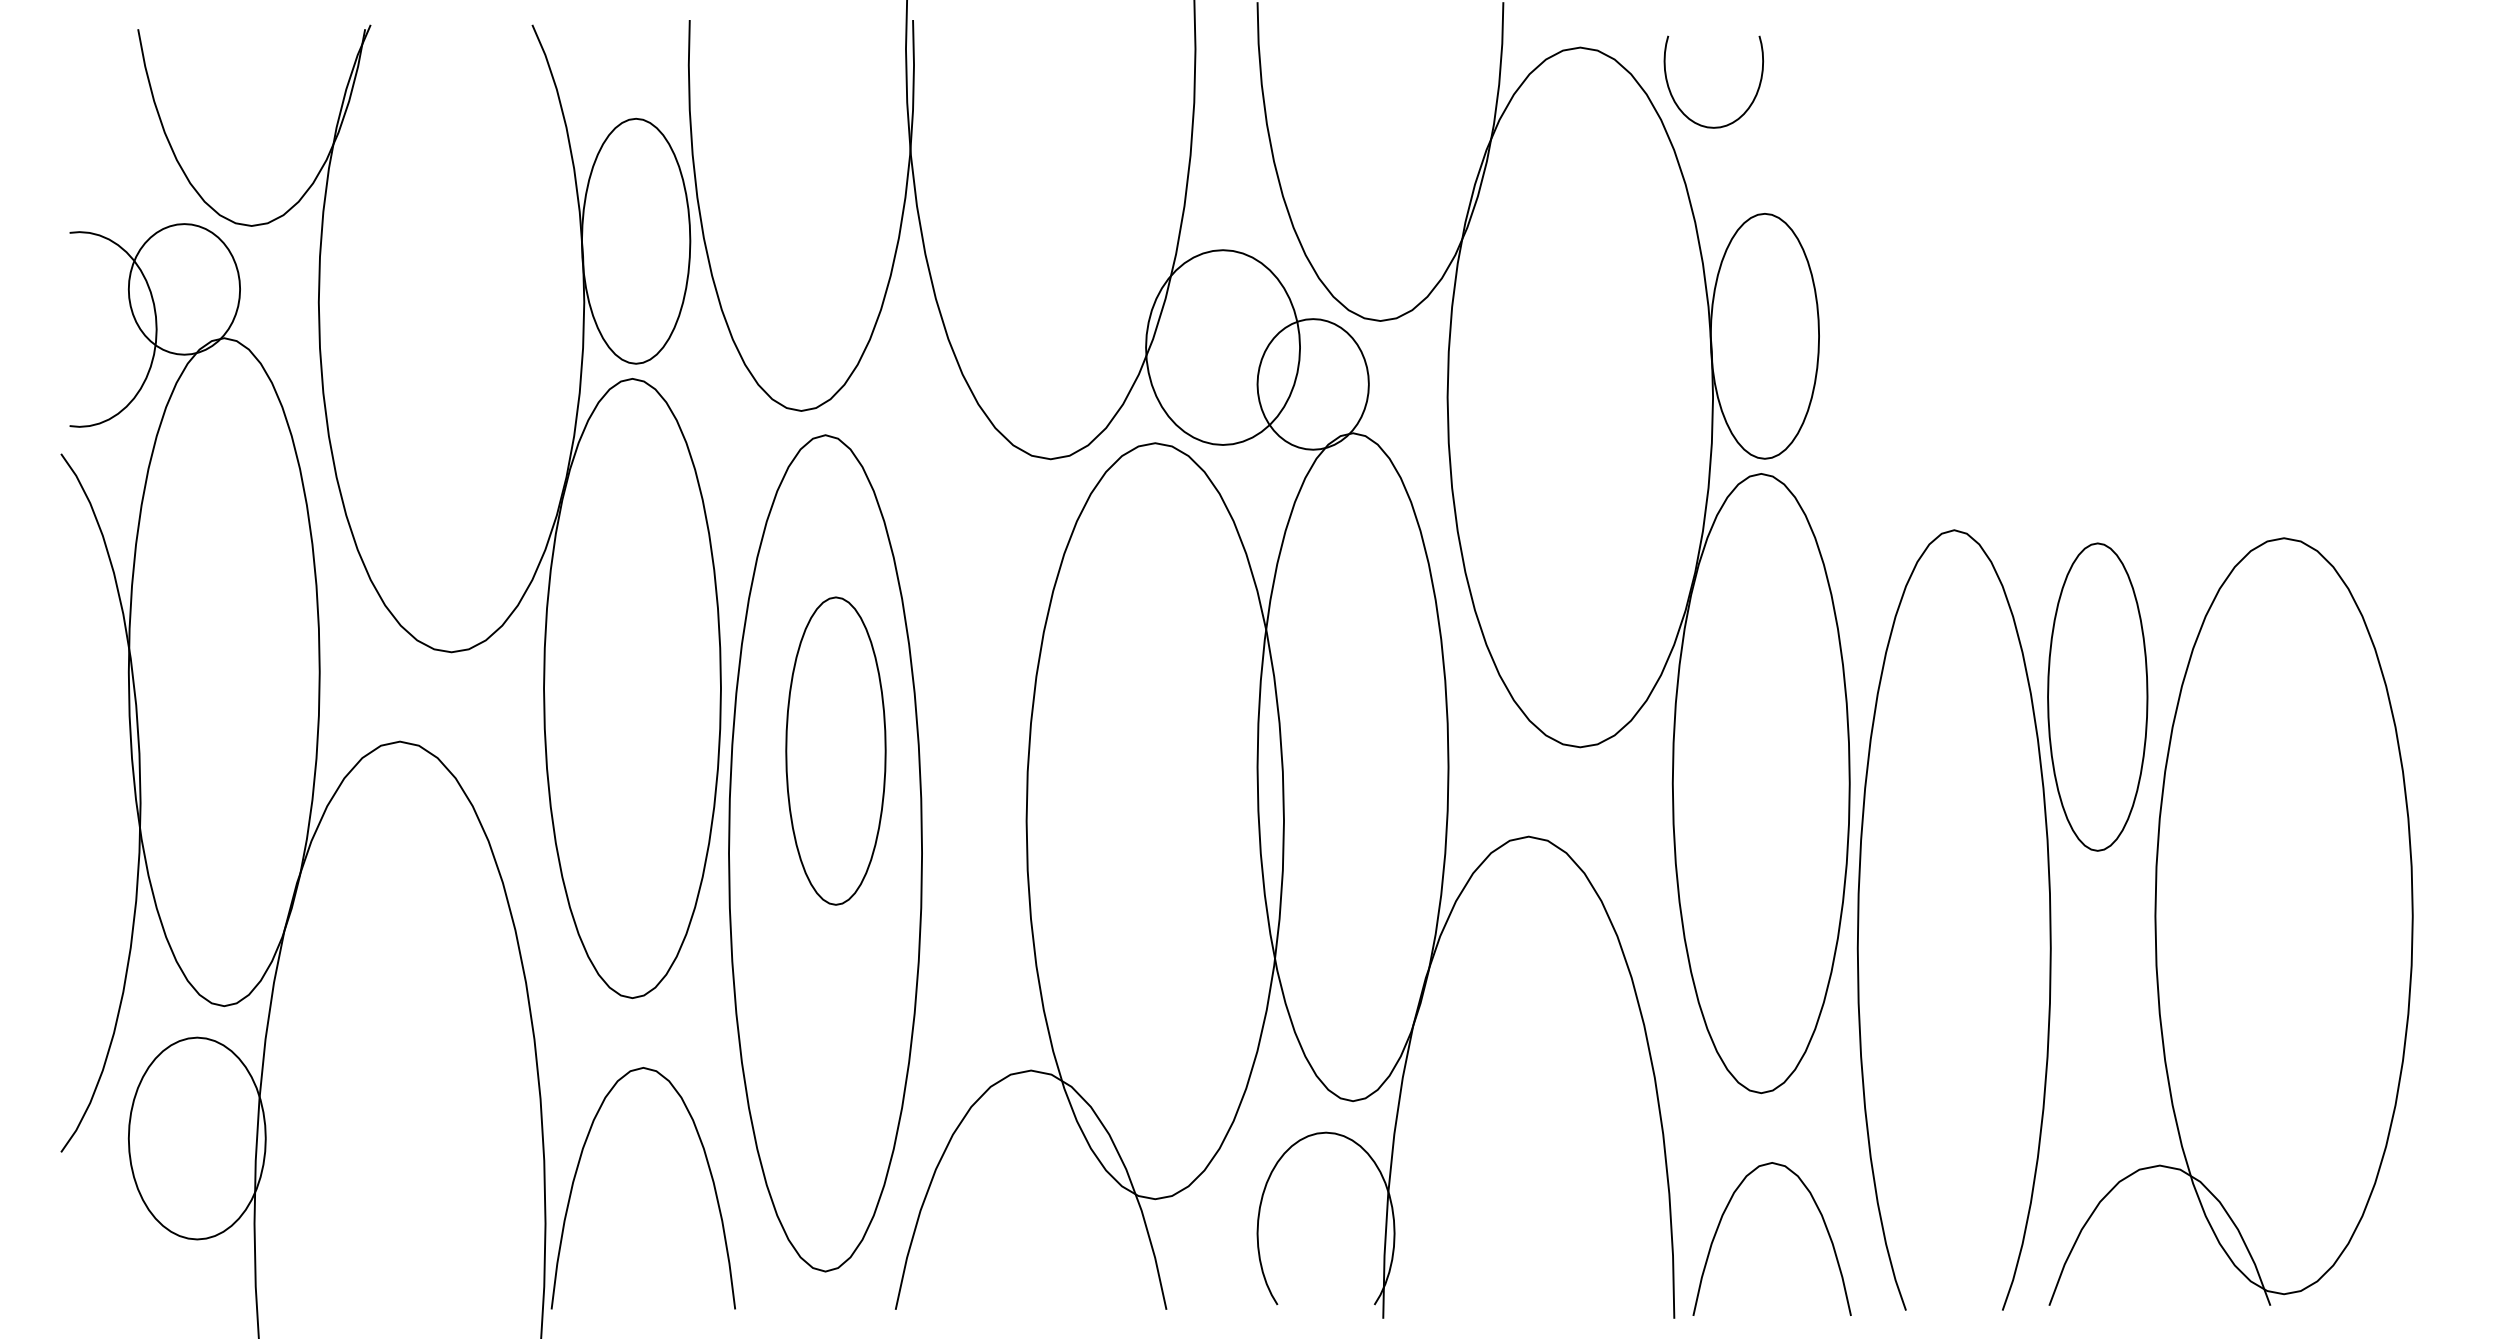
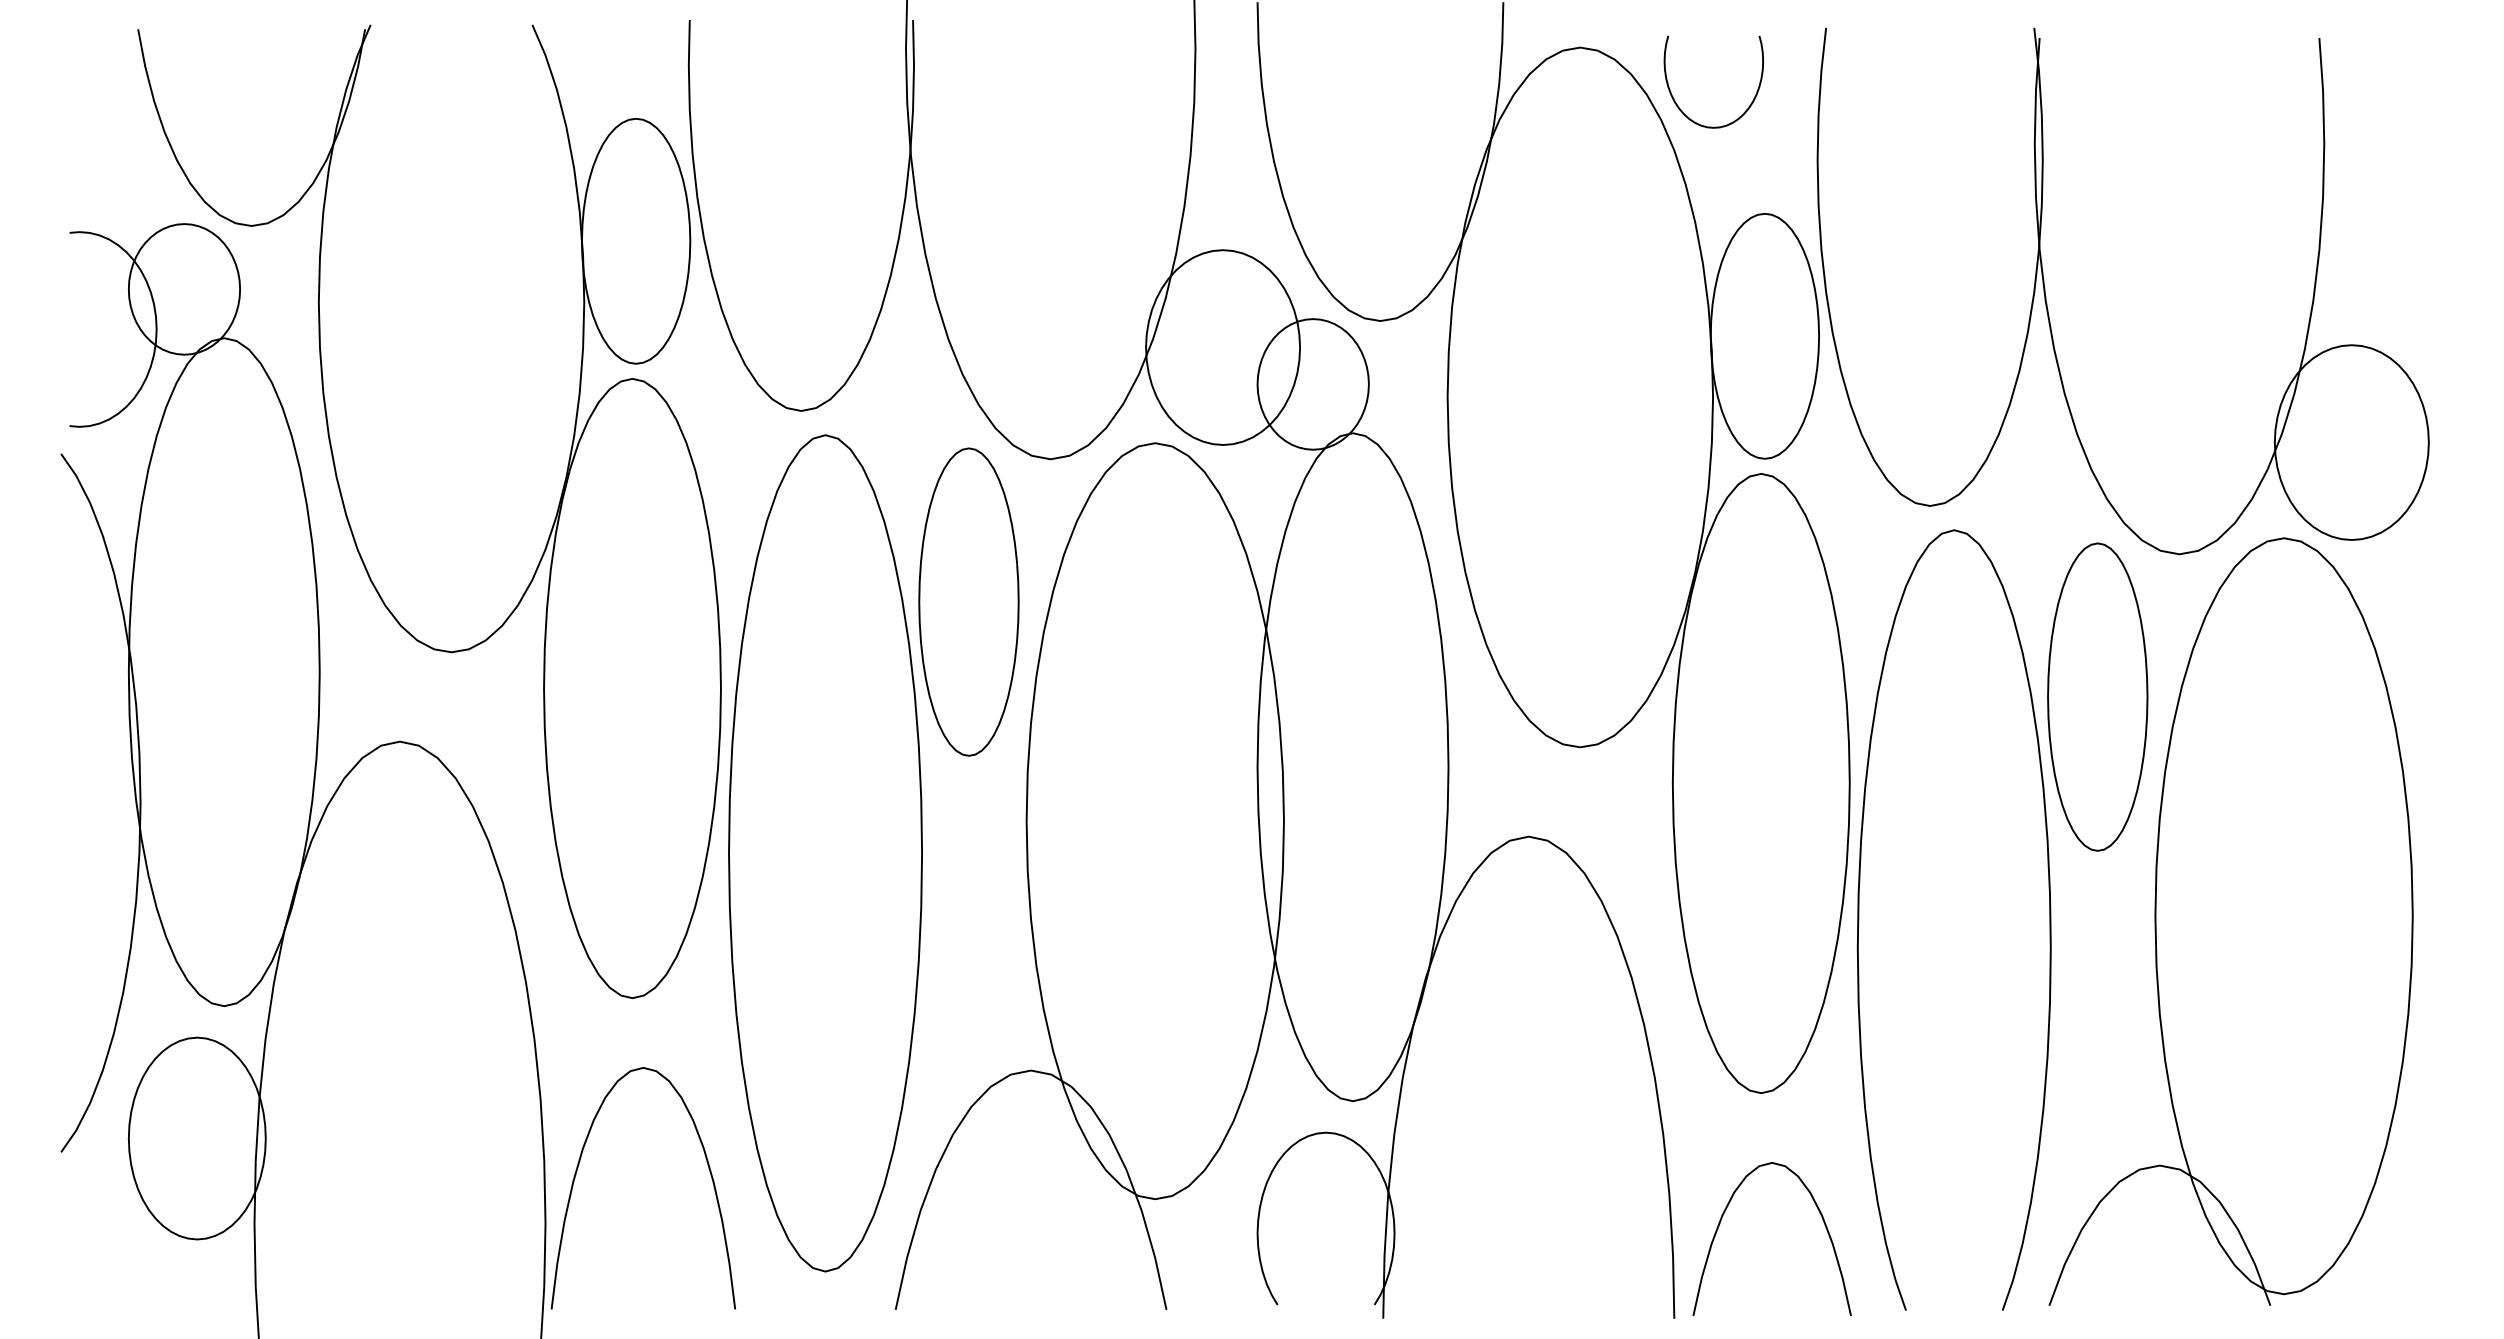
part at (2047, 303): none -> present
part at (835, 750) position: (835, 750) -> (968, 601)
